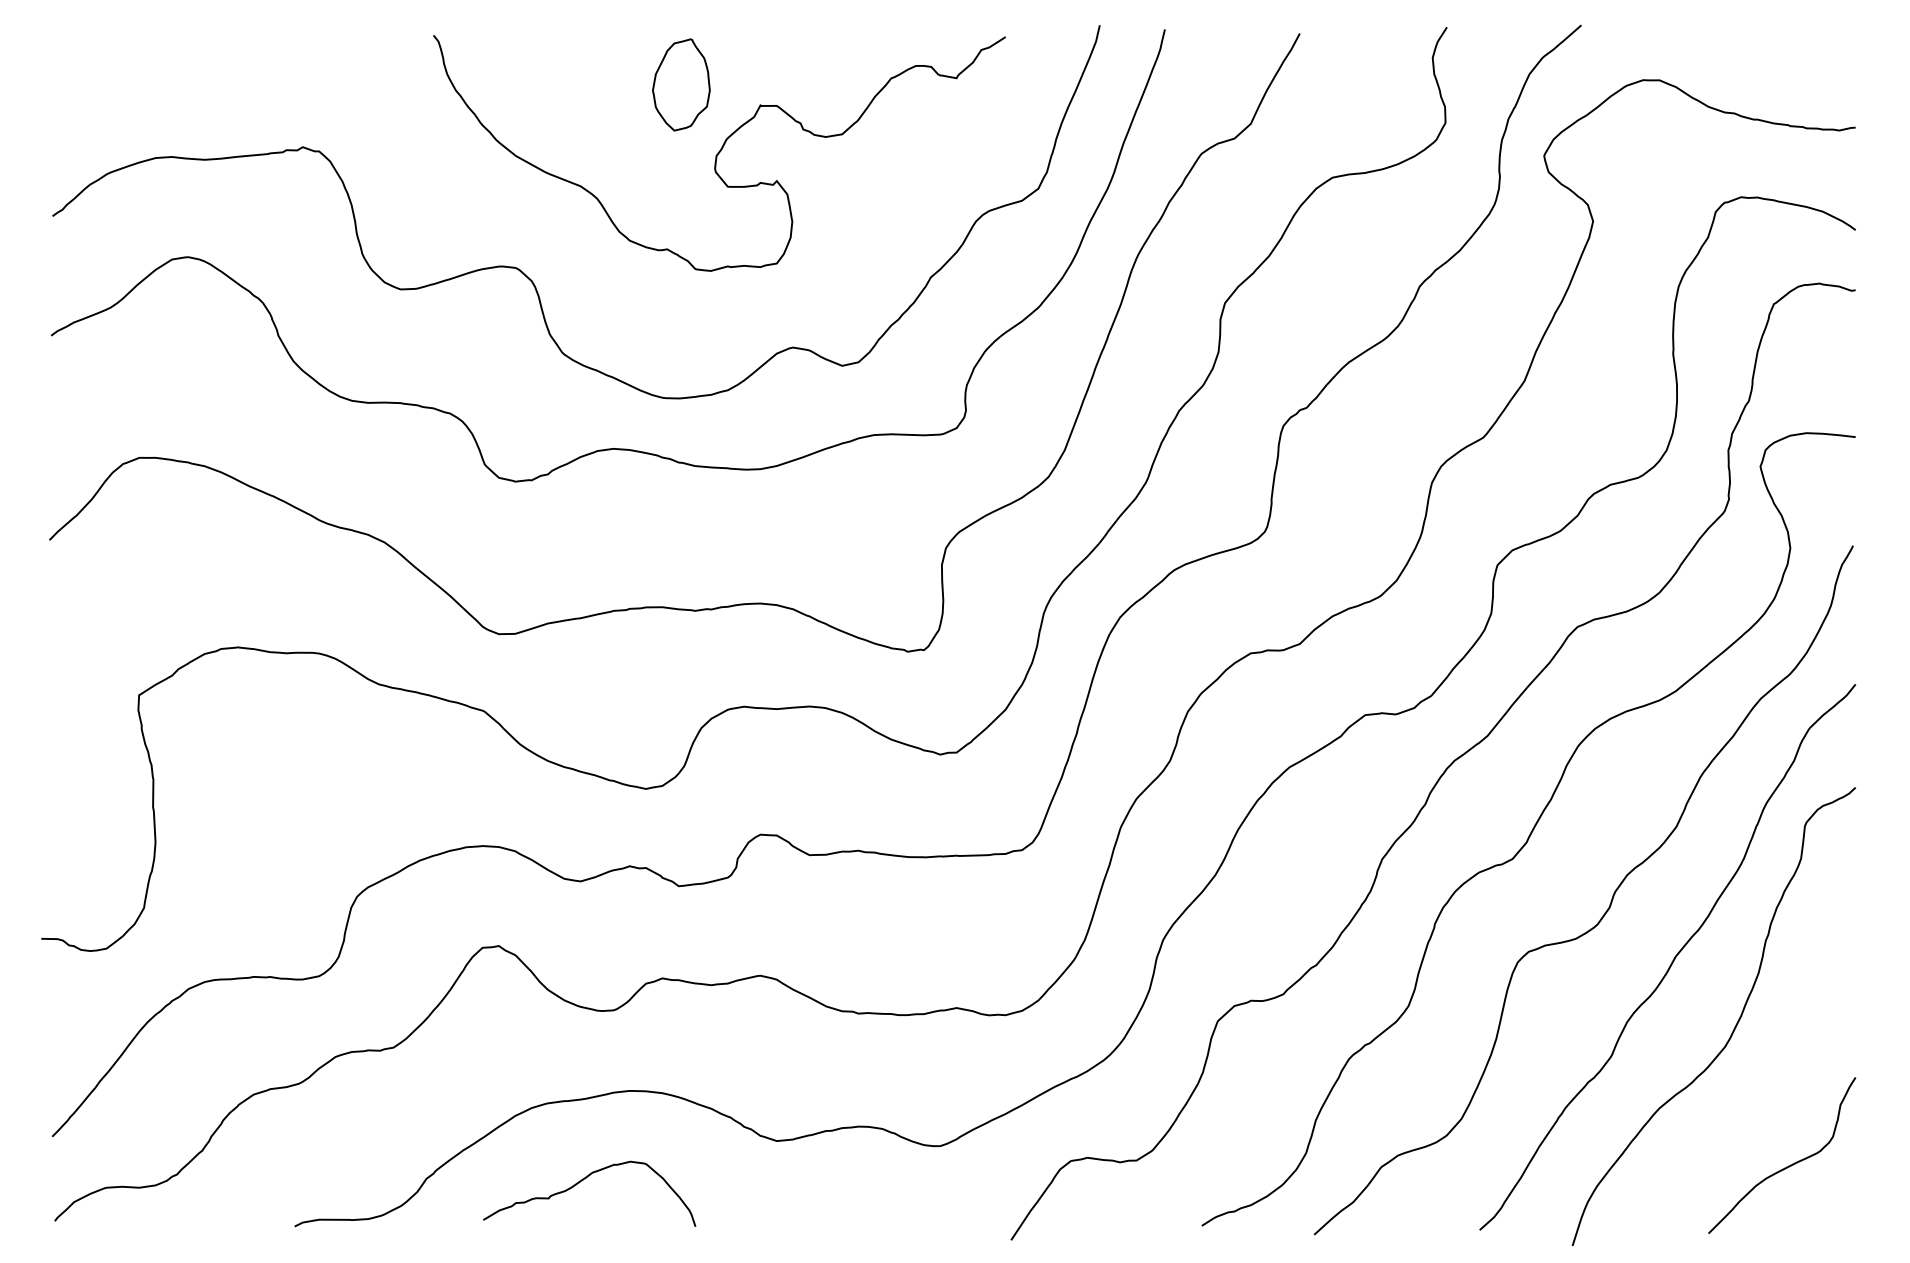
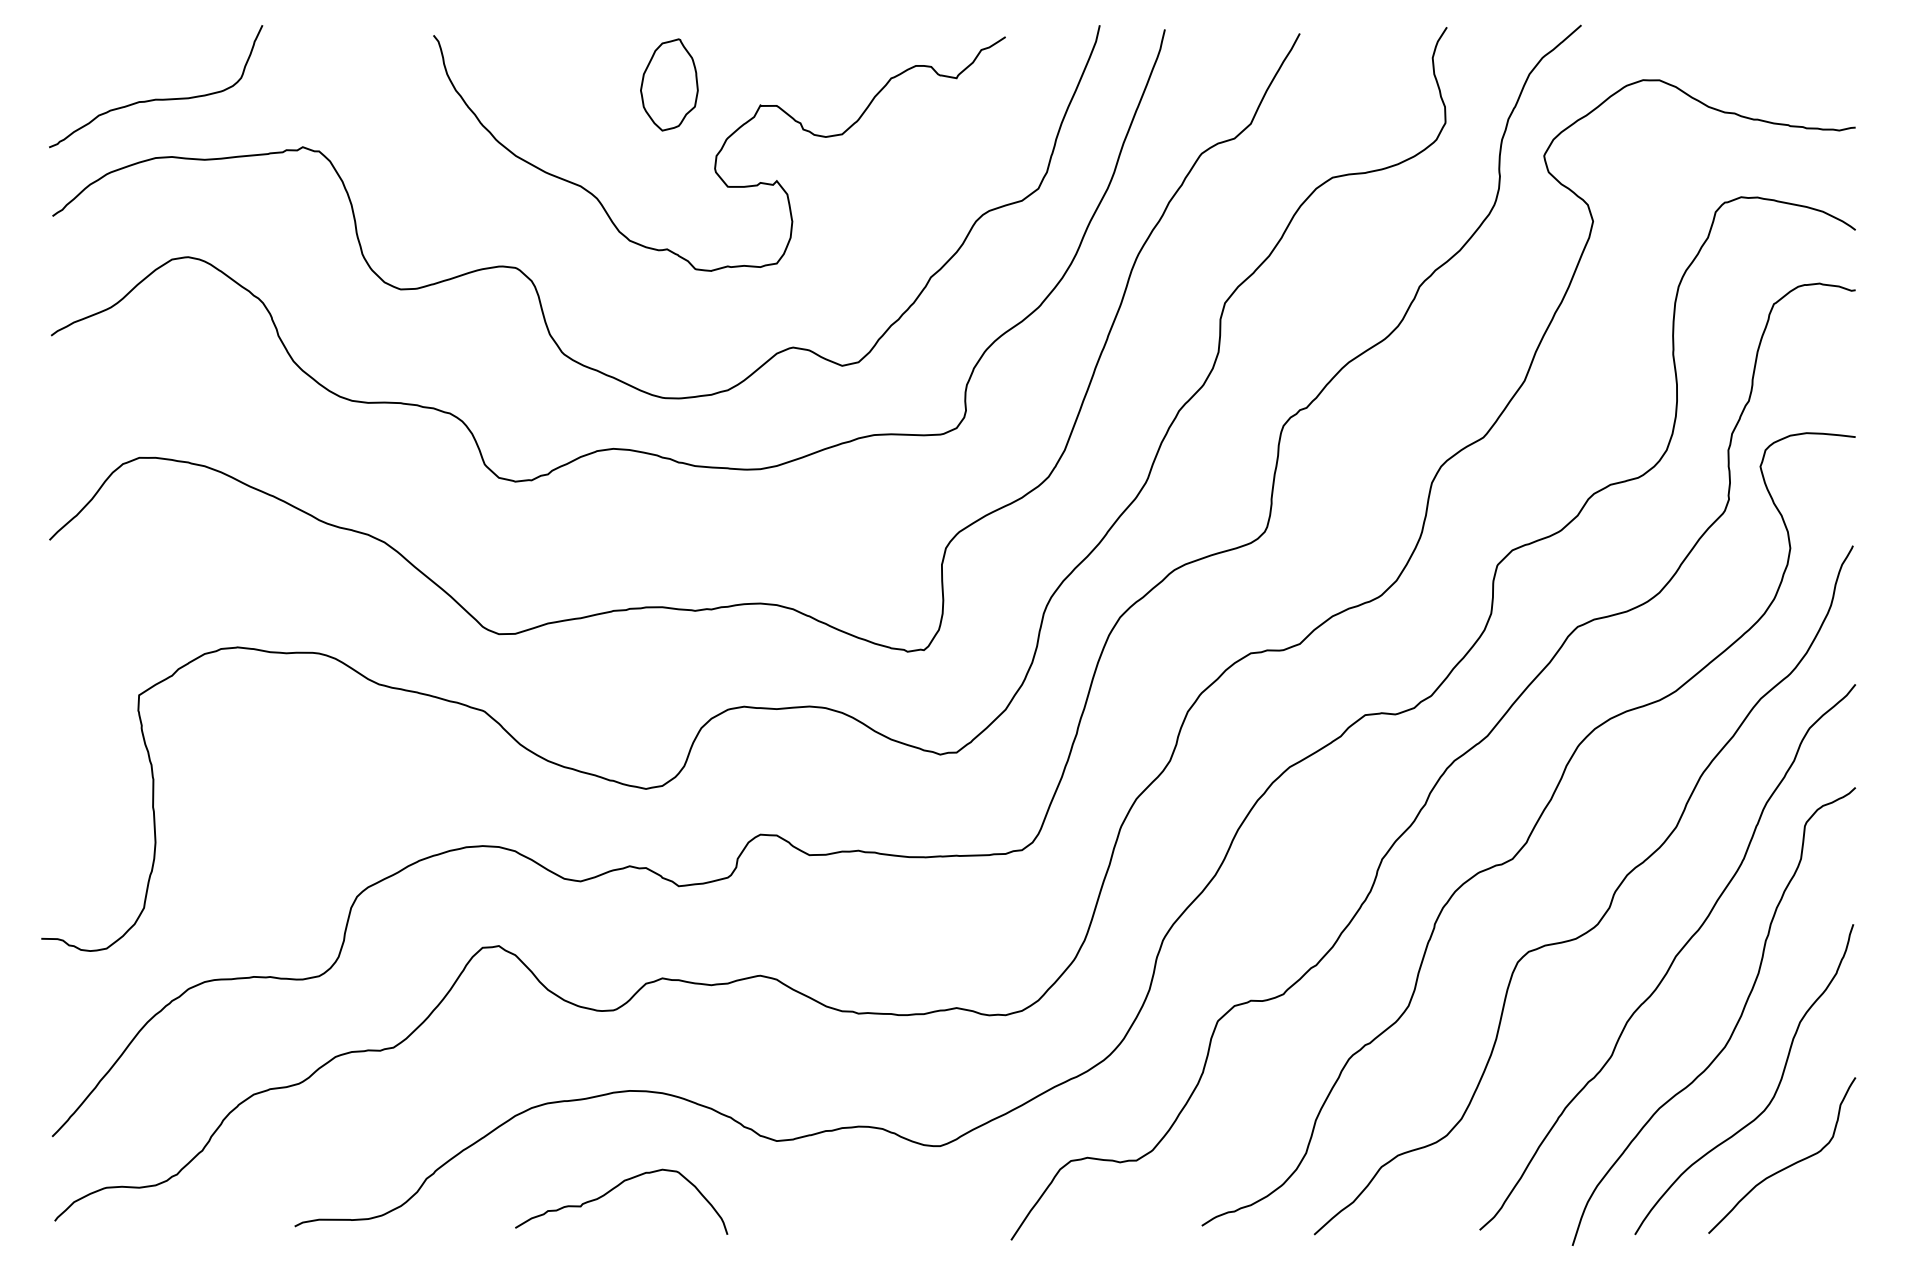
part at (681, 84) position: (681, 84) -> (669, 84)
curve at (156, 98): none -> present
curve at (1774, 1092): none -> present
curve at (582, 1181) position: (582, 1181) -> (614, 1189)
